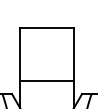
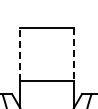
line at (20, 54): solid -> dashed
line at (73, 54): solid -> dashed
